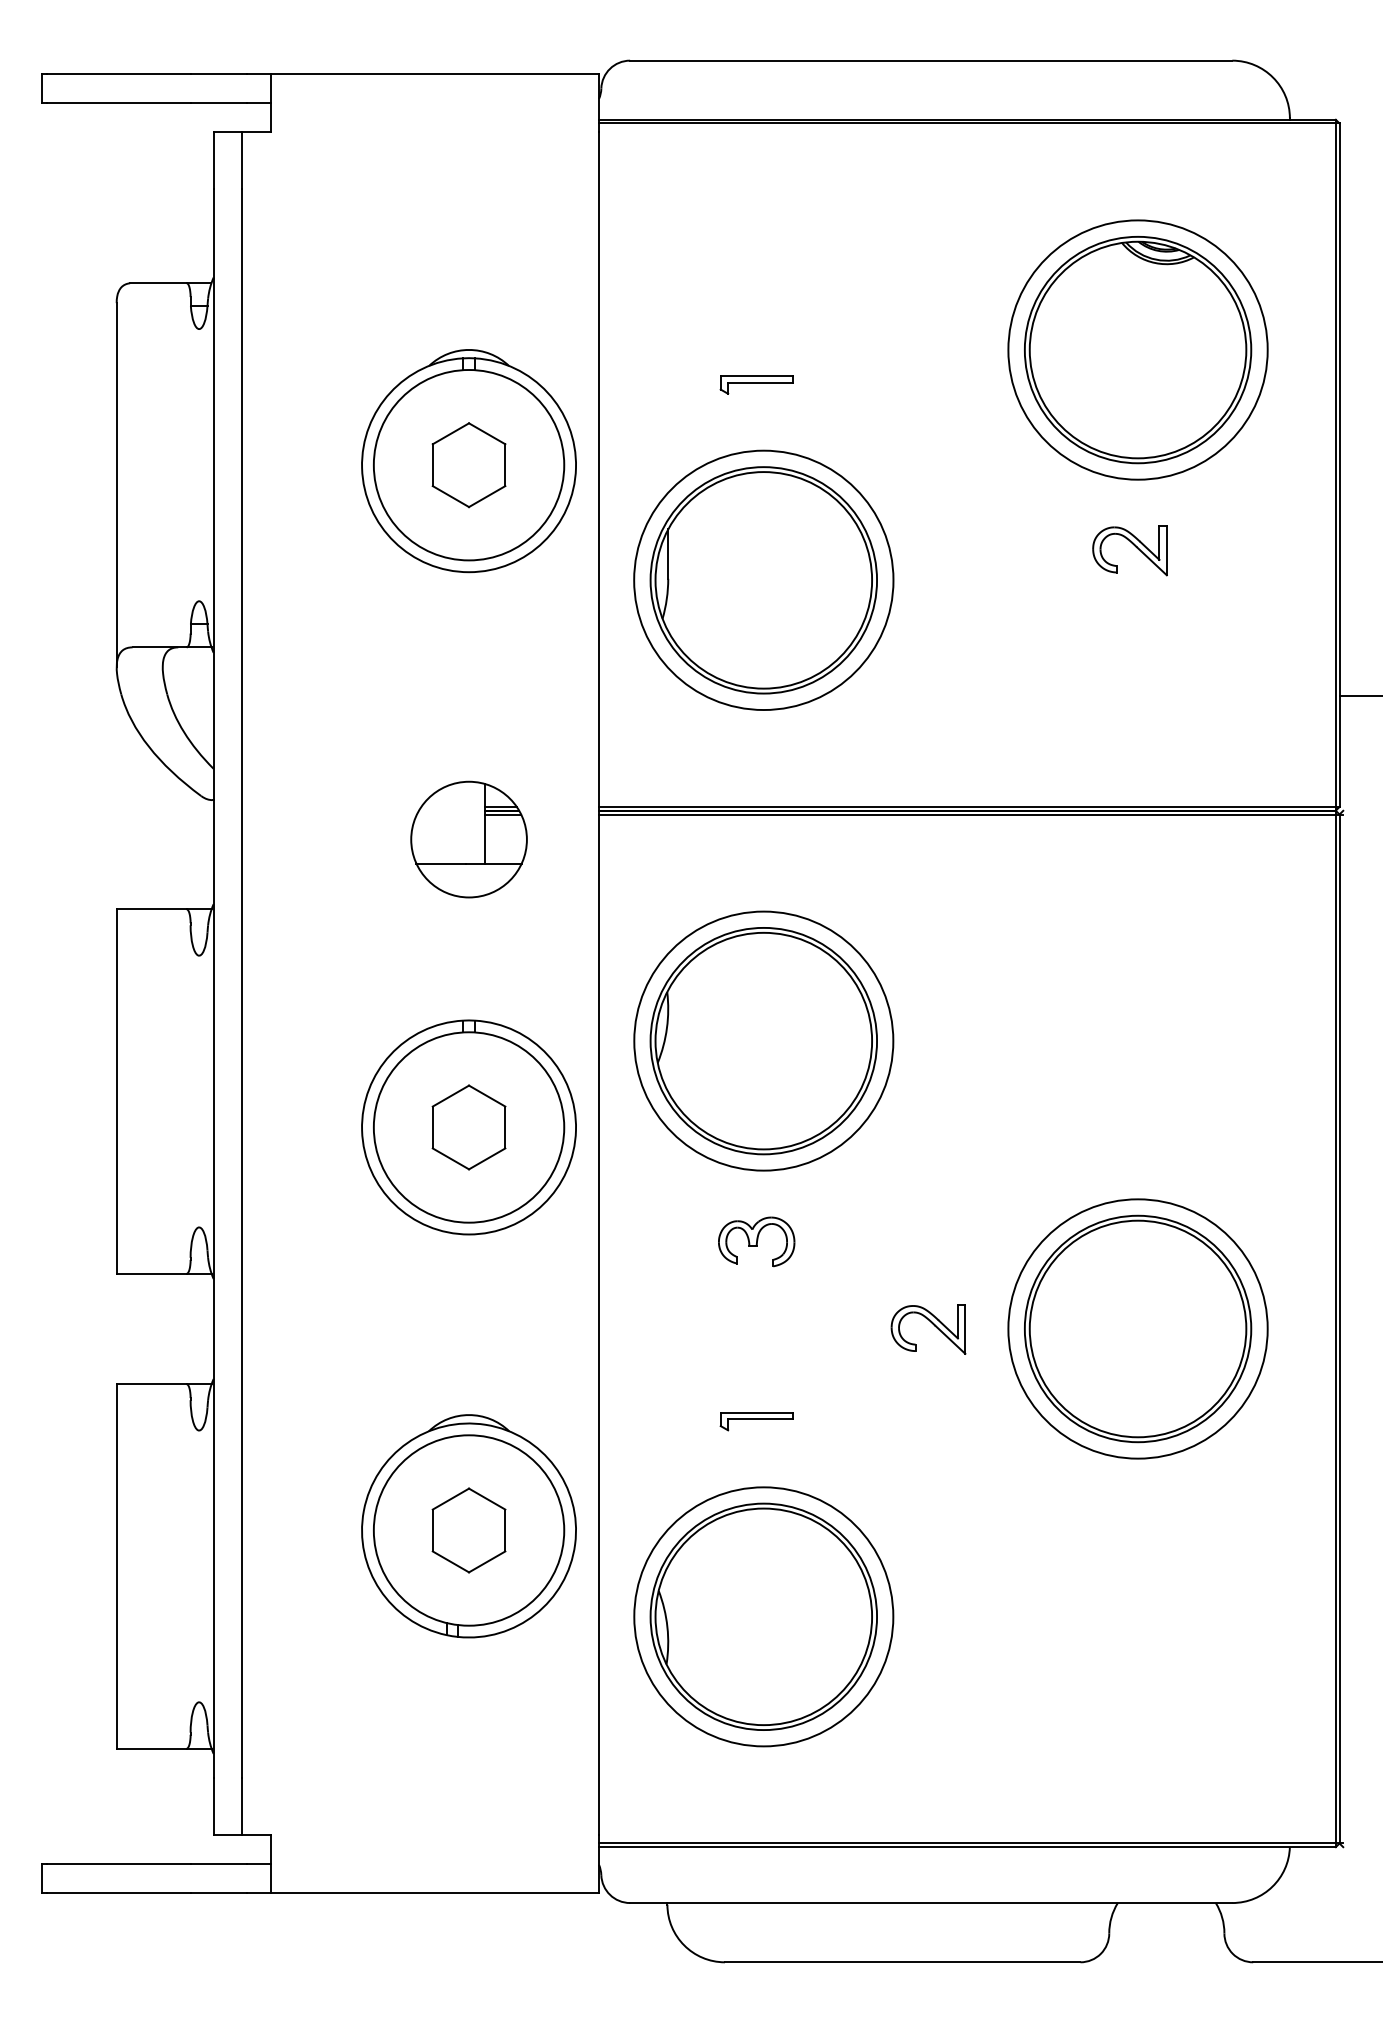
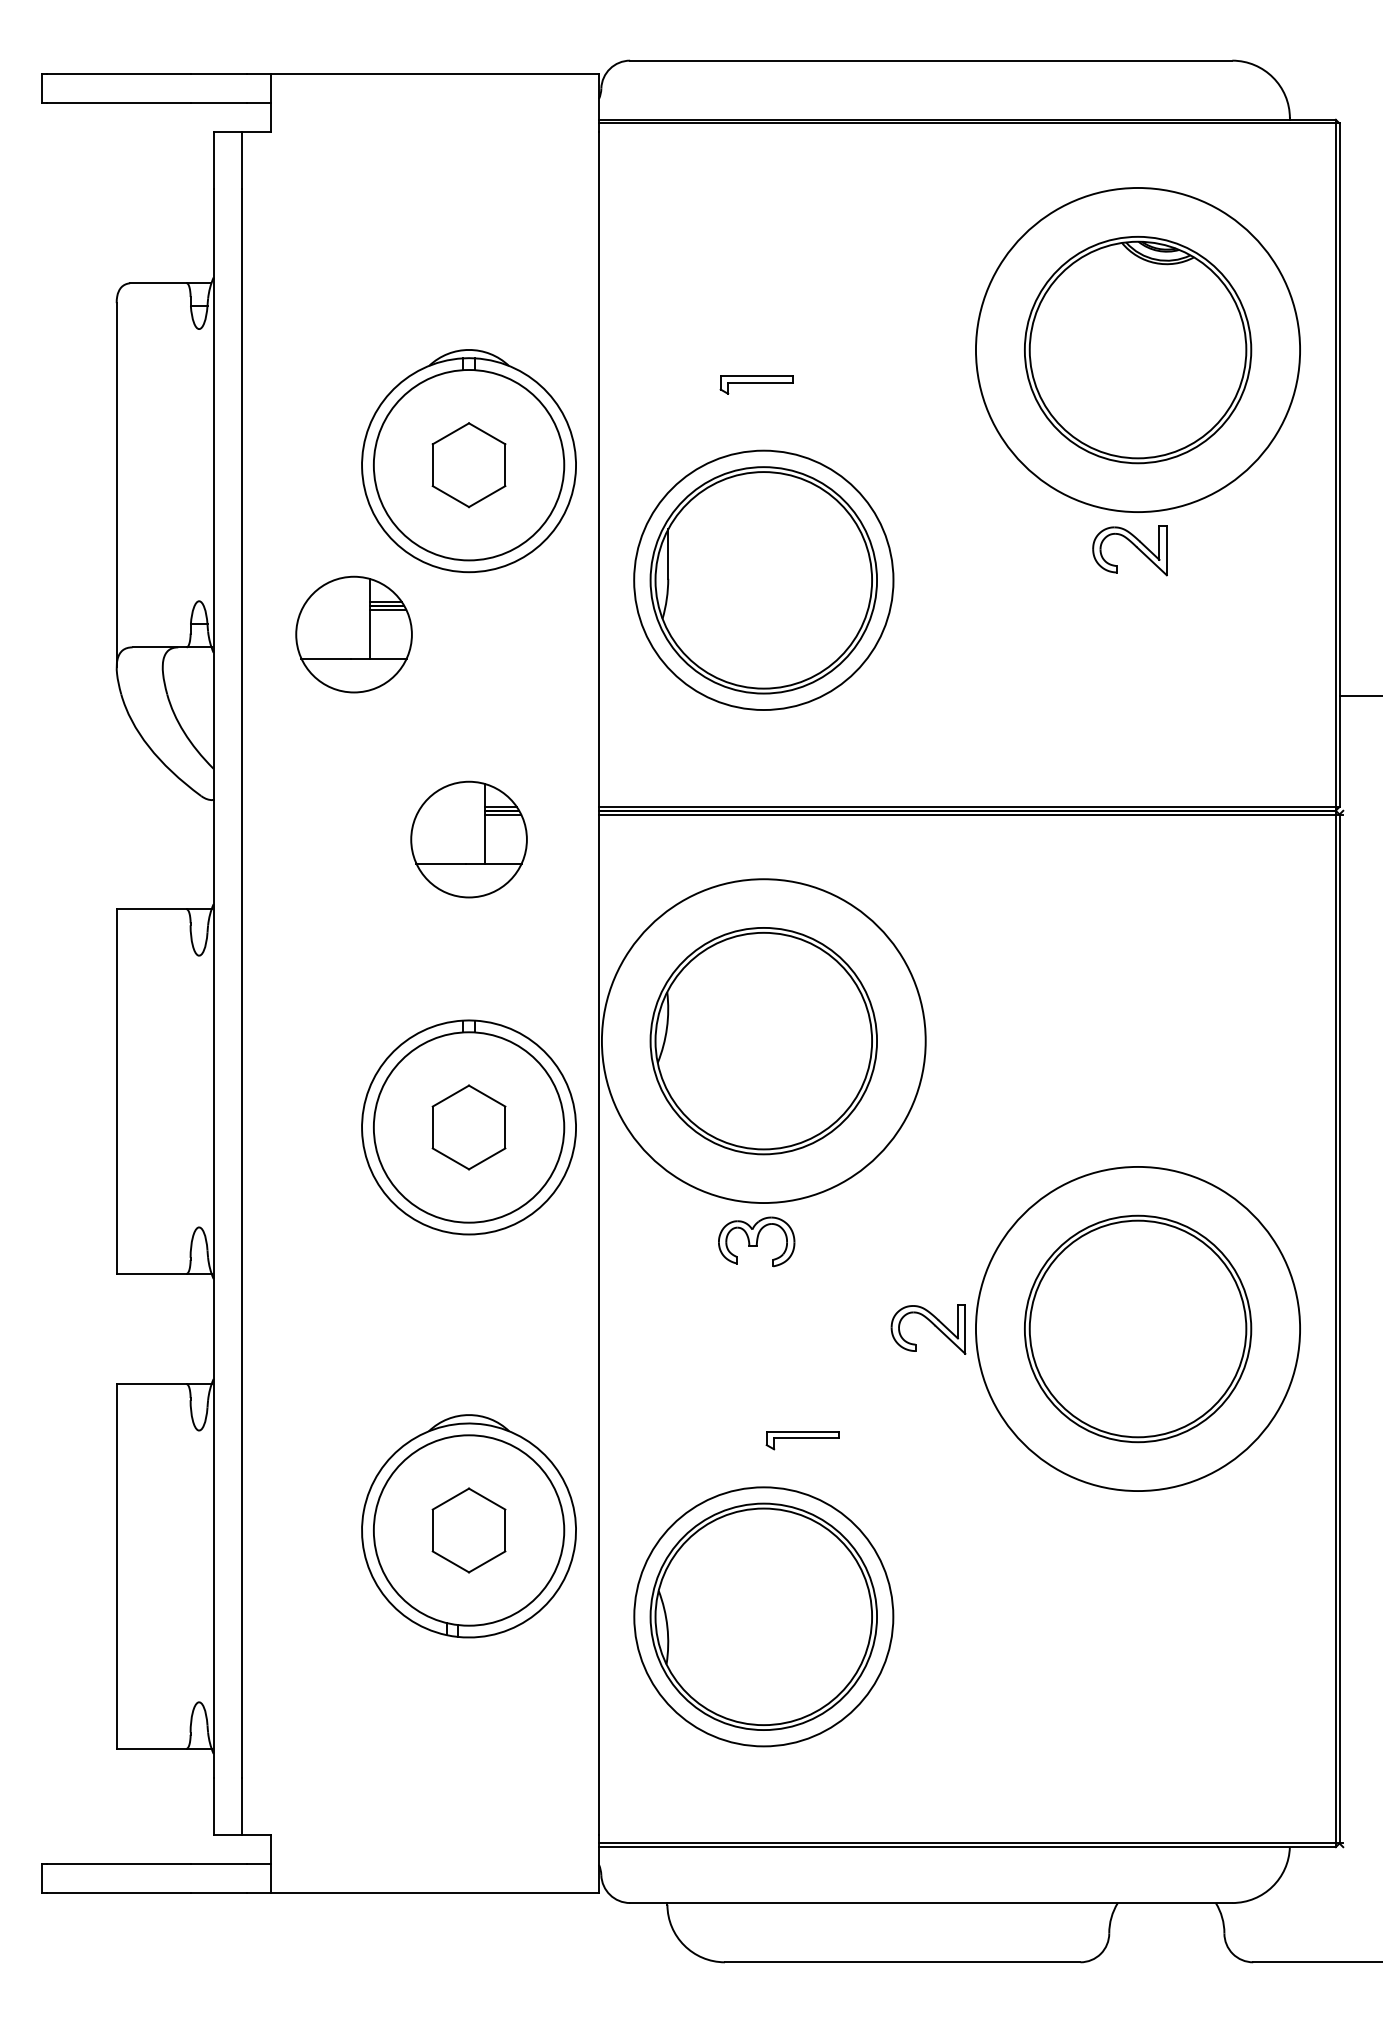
circle at (1137, 349) diameter: 259 px -> 324 px
part at (353, 634): none -> present
circle at (763, 1040) diameter: 259 px -> 324 px
circle at (1137, 1328) diameter: 259 px -> 324 px
part at (756, 1421) position: (756, 1421) -> (802, 1440)
